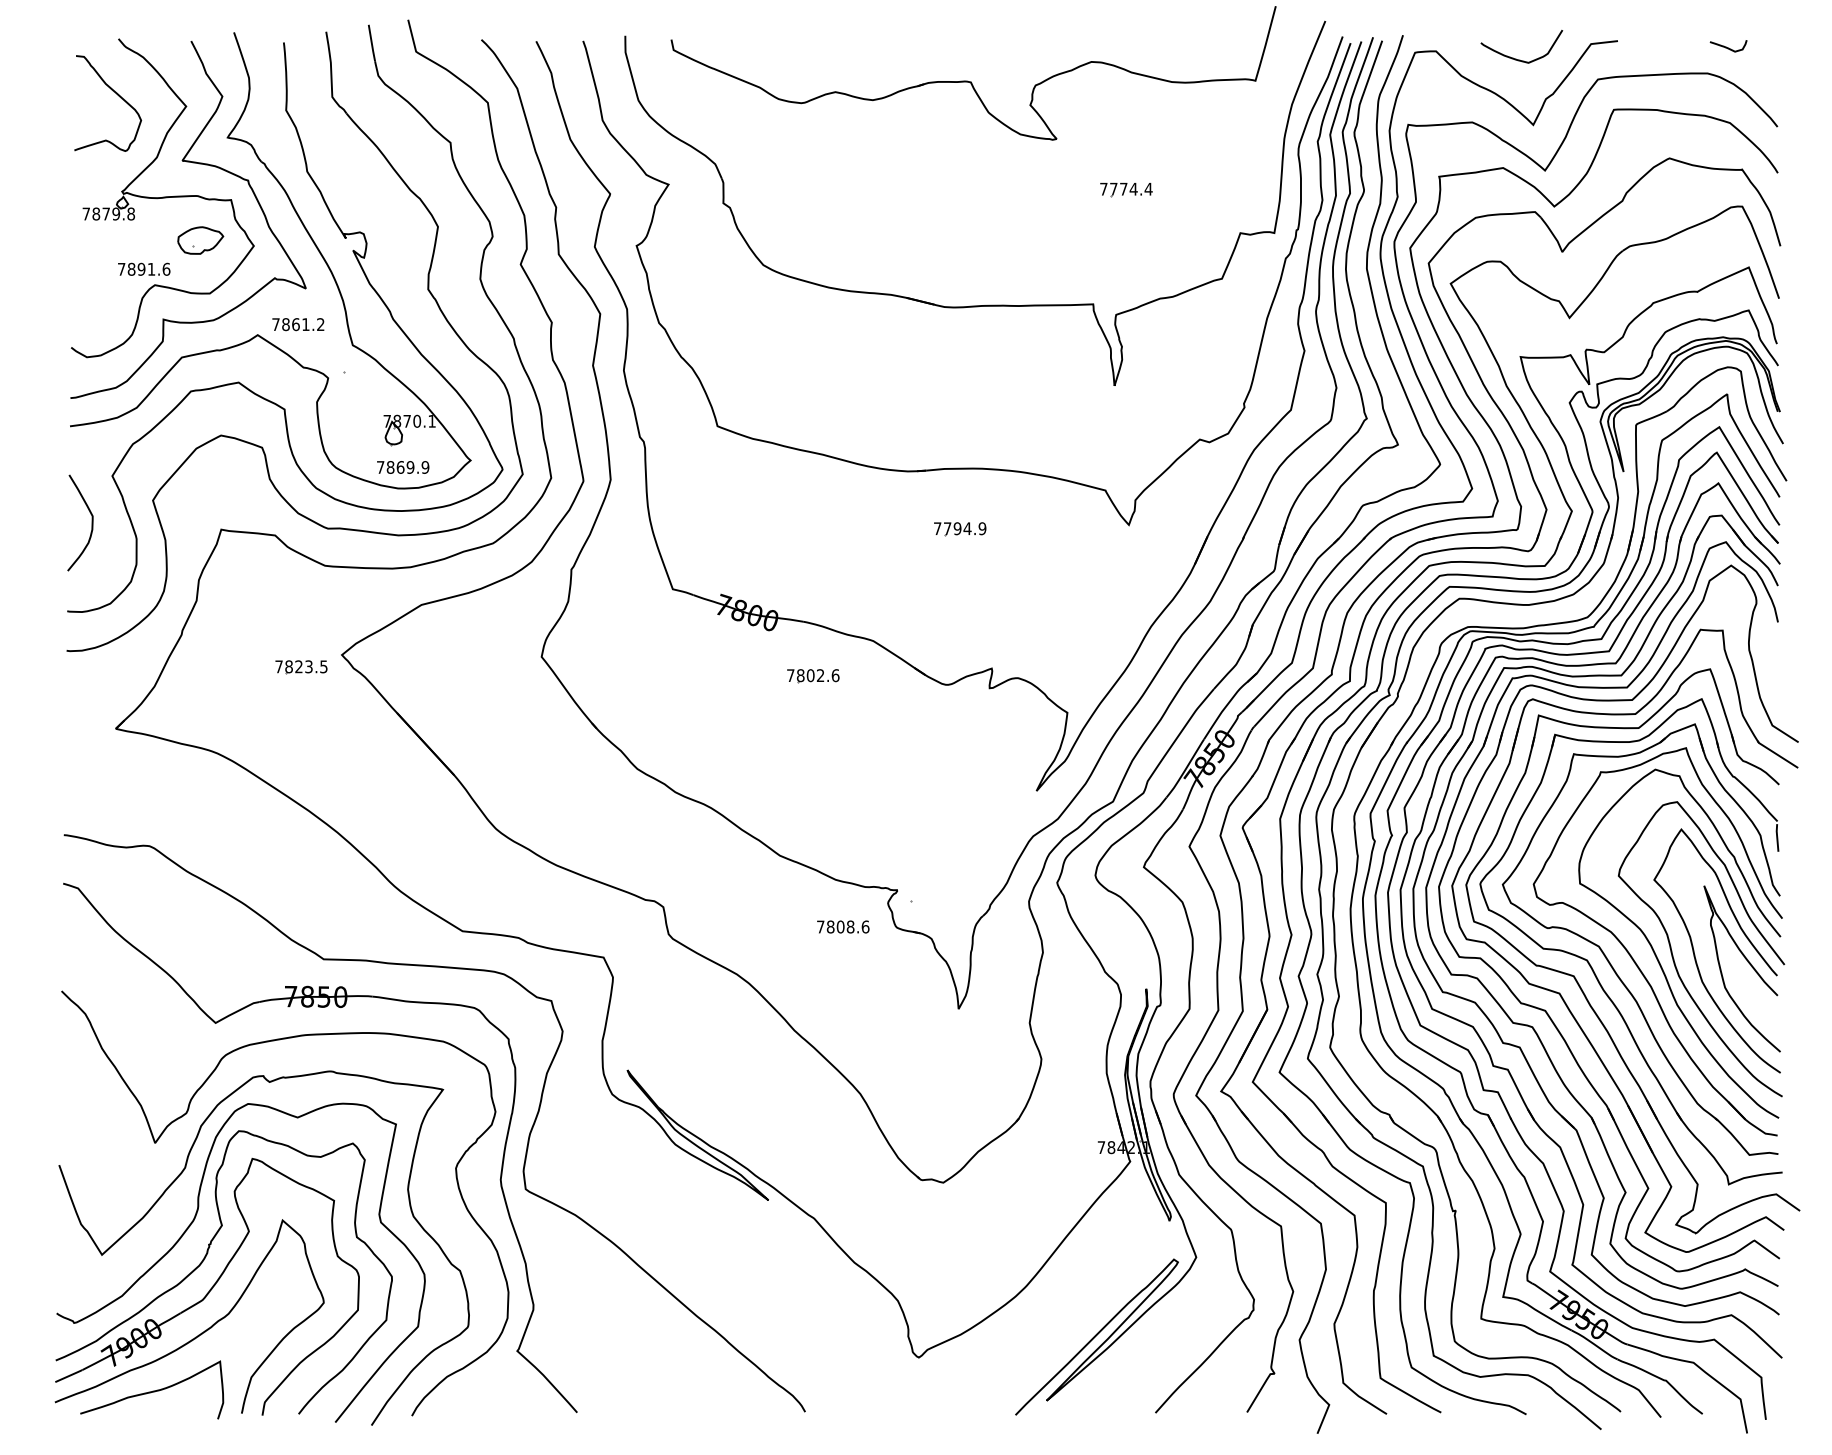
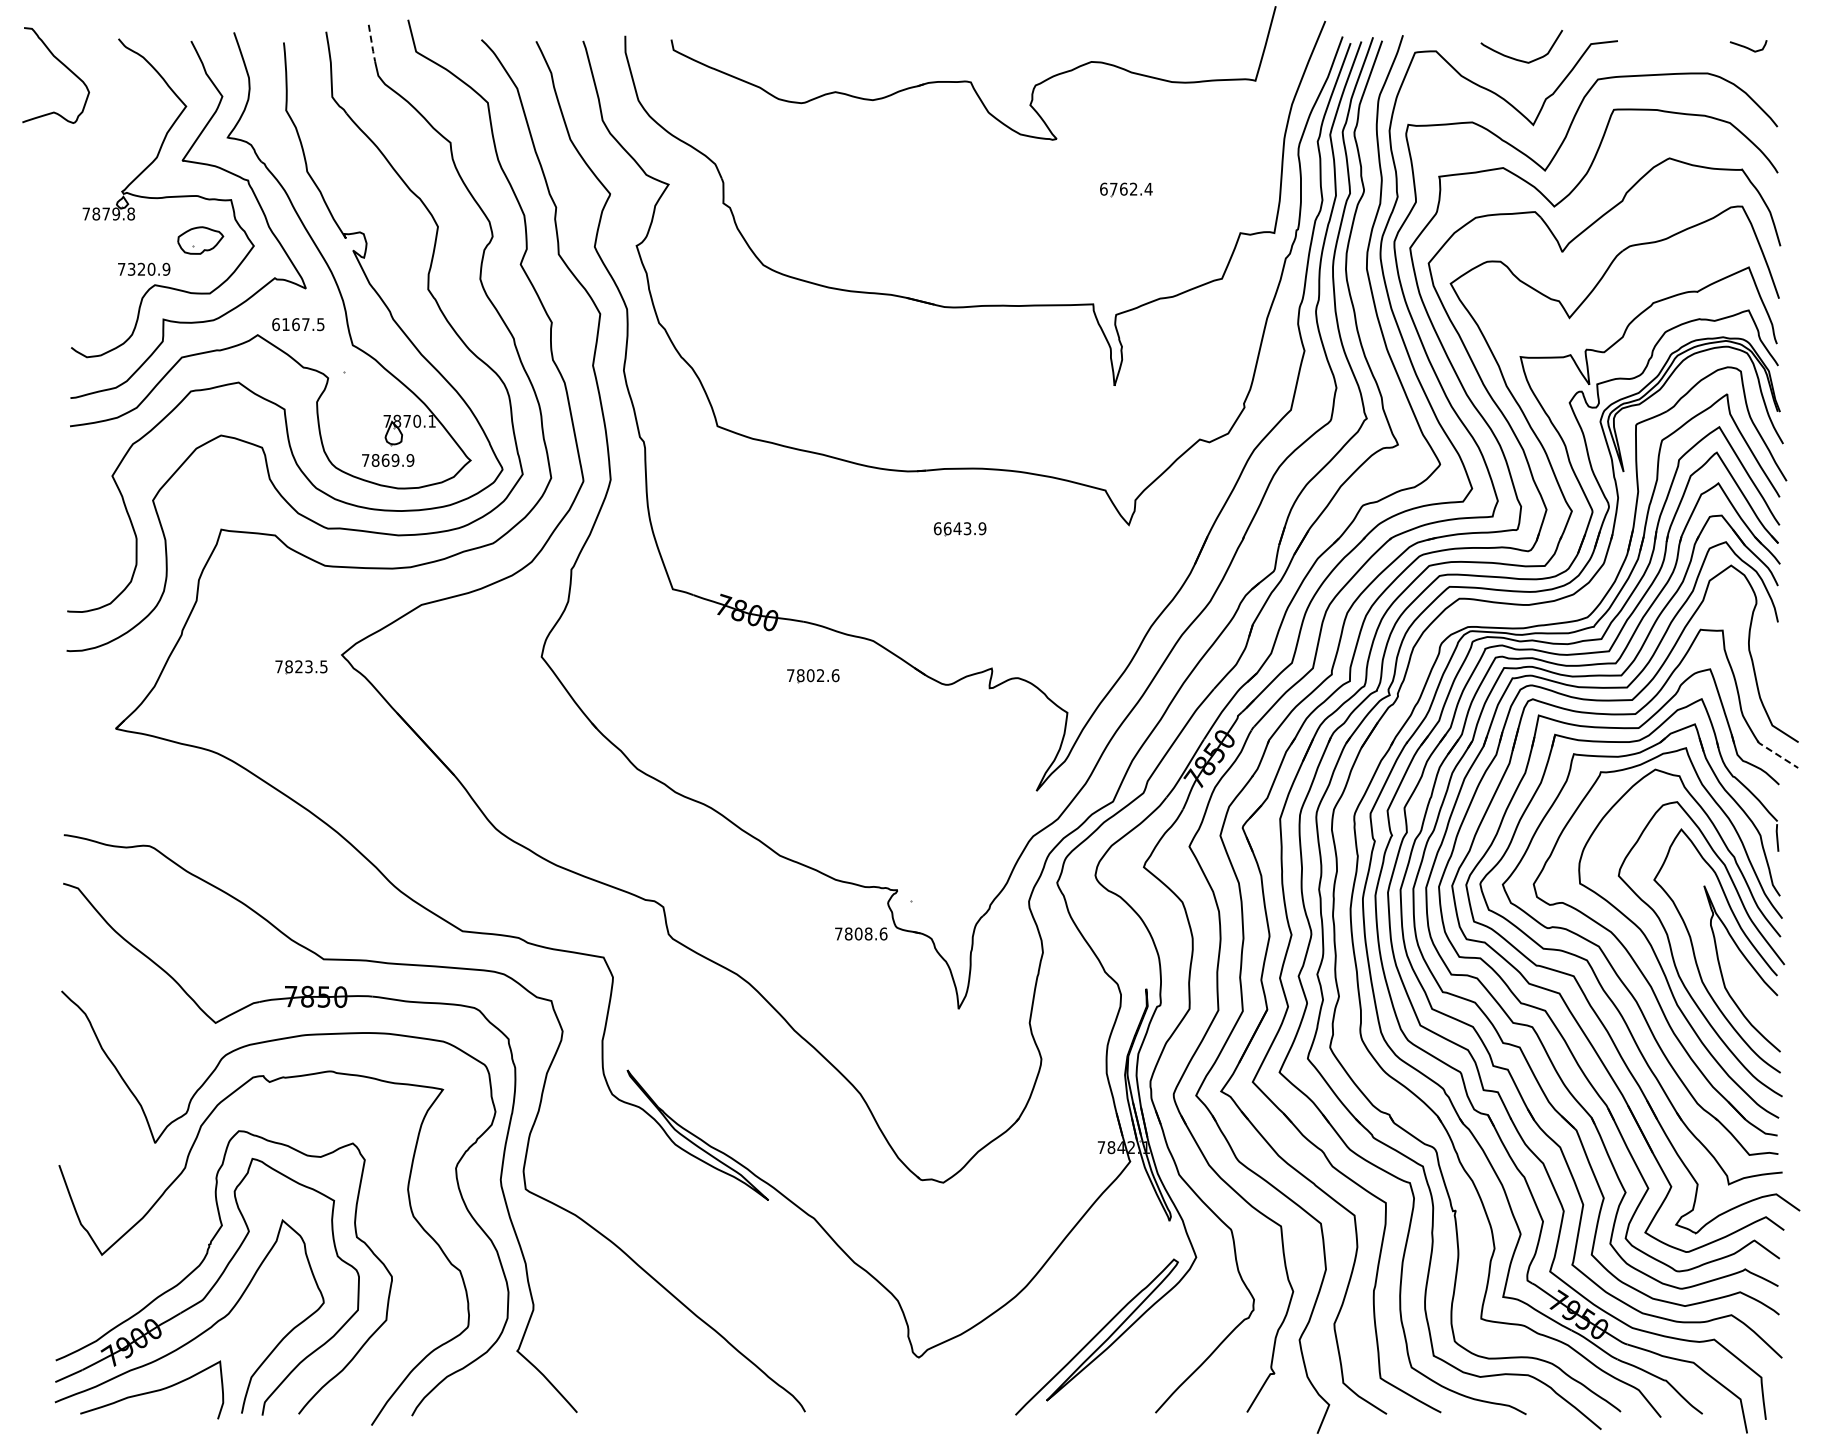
line at (372, 44): solid -> dashed
curve at (1728, 47) position: (1728, 47) -> (1748, 47)
curve at (116, 94) position: (116, 94) -> (64, 66)
text at (1118, 188): 7774.4 -> 6762.4
text at (148, 268): 7891.6 -> 7320.9
text at (298, 324): 7861.2 -> 6167.5
text at (403, 467) position: (403, 467) -> (388, 460)
curve at (91, 522): present -> none
text at (952, 528): 7794.9 -> 6643.9
line at (1777, 754): solid -> dashed
text at (843, 926) position: (843, 926) -> (861, 933)
curve at (190, 1226): present -> none
